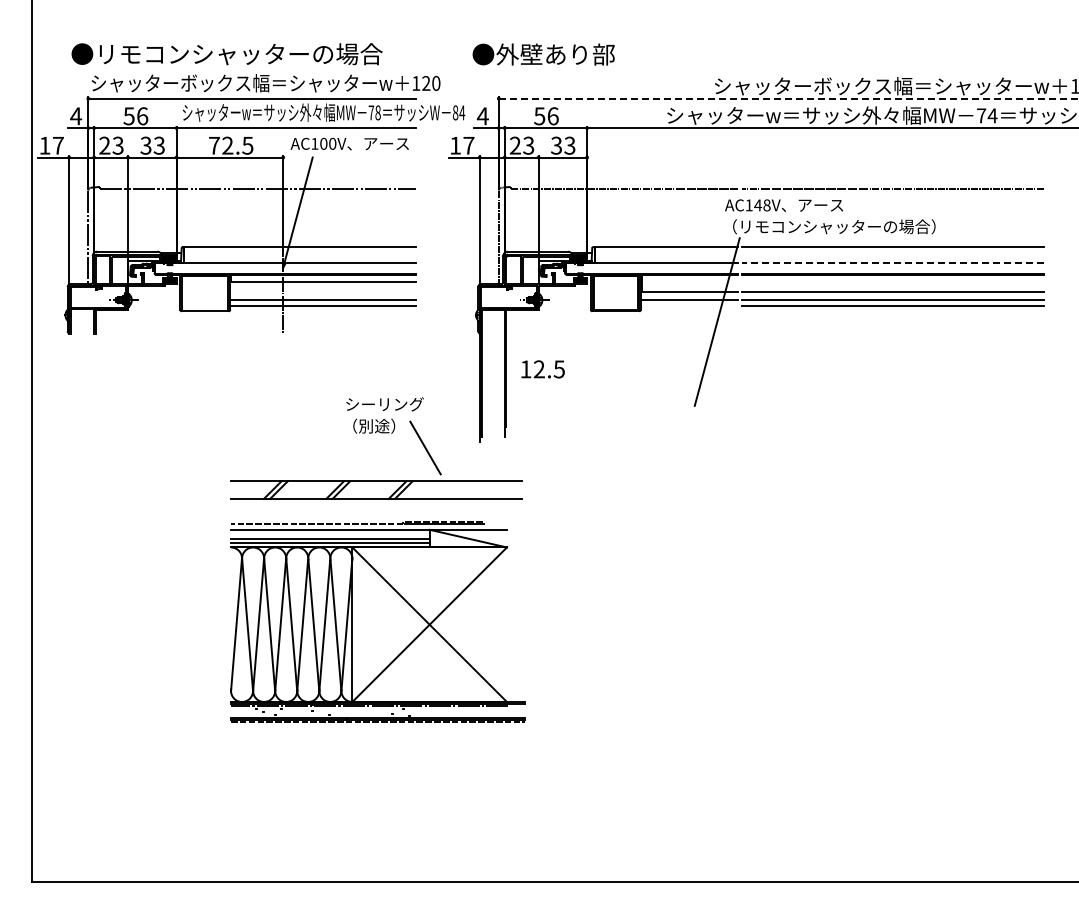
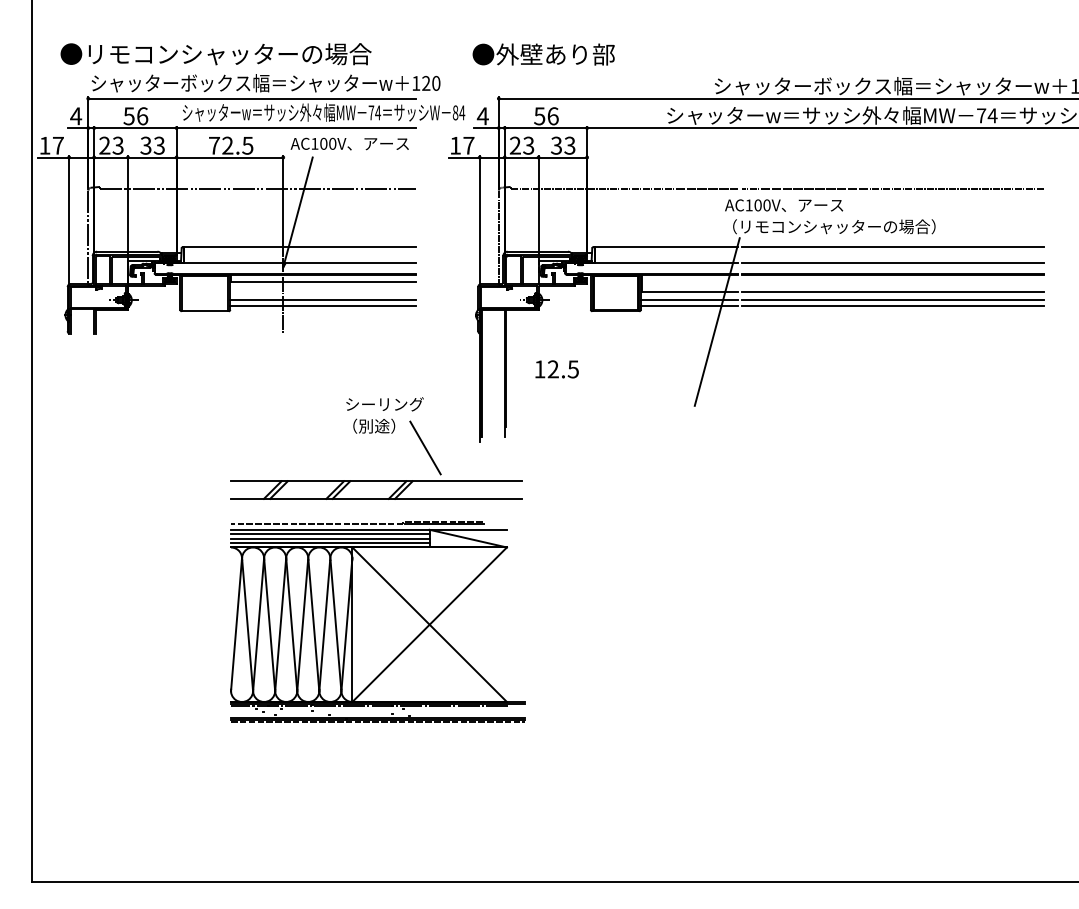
text at (226, 54) position: (226, 54) -> (215, 54)
line at (788, 98): dashed -> solid
text at (378, 112): 78 -> 74
text at (762, 205): AC148V -> AC100V
line at (892, 263): dashed -> solid
line at (688, 306): none -> present
text at (542, 369) position: (542, 369) -> (556, 369)
line at (330, 534): none -> present
